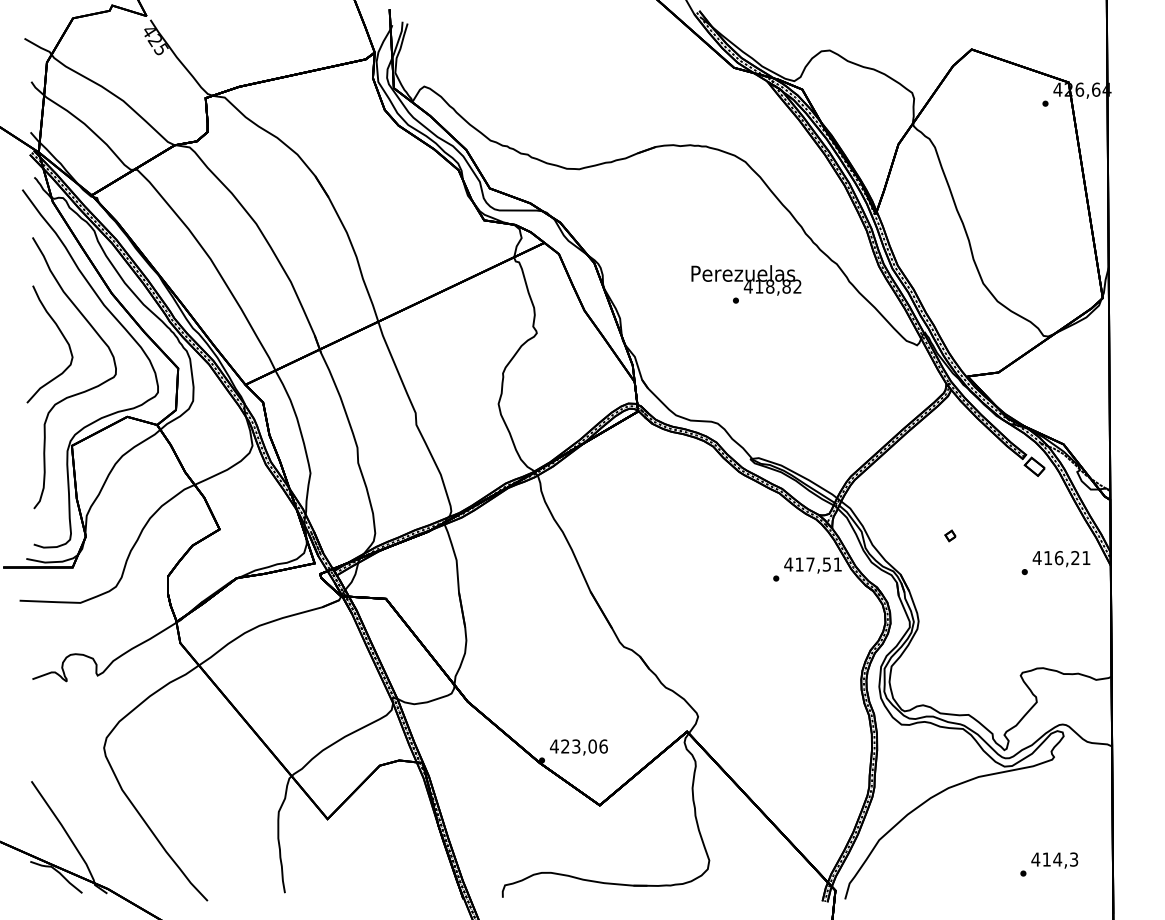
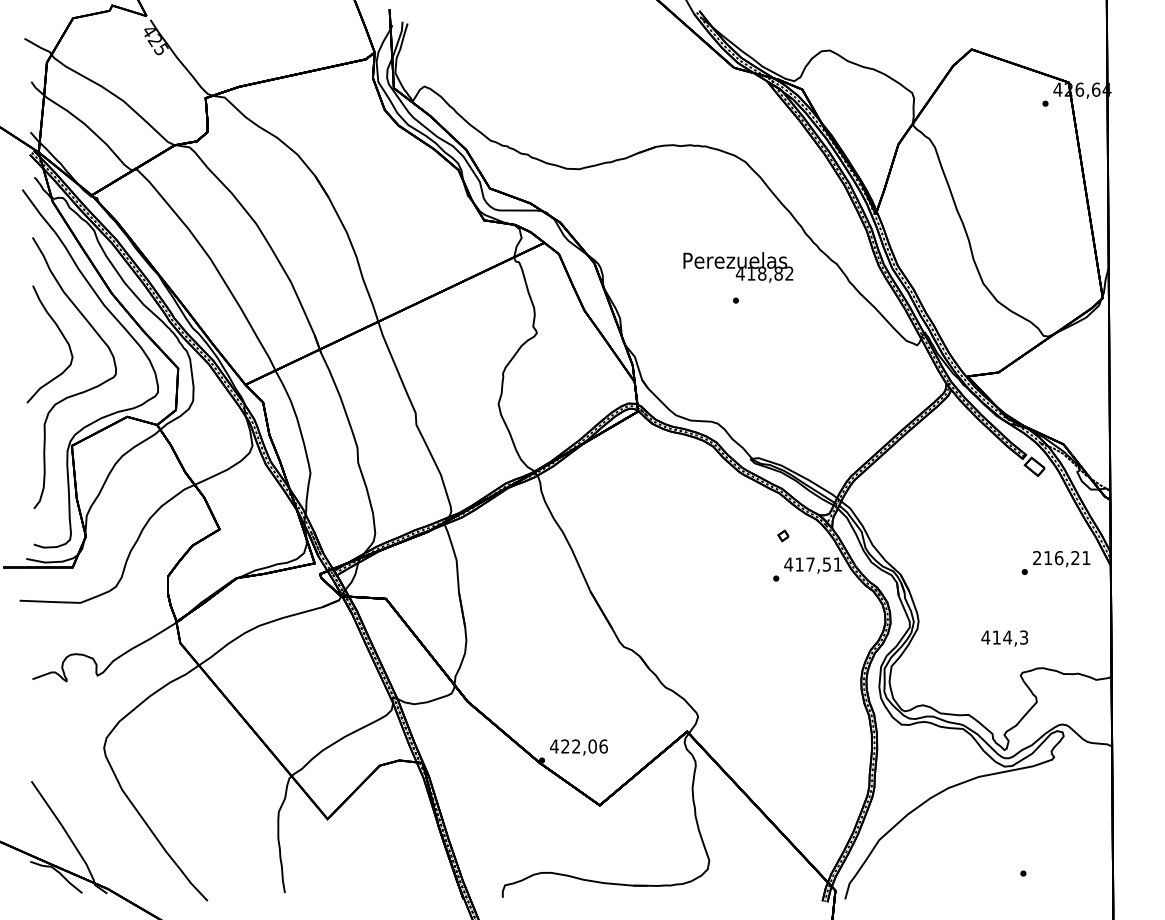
text at (746, 280) position: (746, 280) -> (738, 267)
part at (950, 535) position: (950, 535) -> (783, 535)
text at (1036, 557): 416,21 -> 216,21
text at (576, 746): 423,06 -> 422,06
text at (1054, 860) position: (1054, 860) -> (1004, 638)
